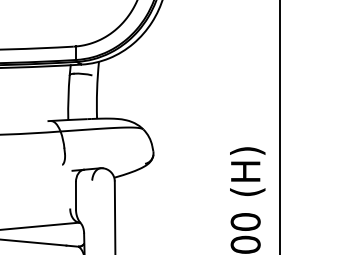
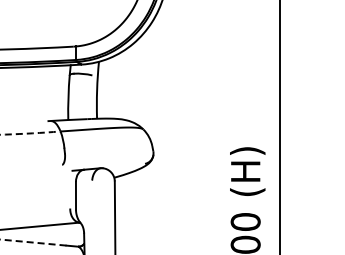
arc at (30, 133): solid -> dashed
line at (32, 242): solid -> dashed
